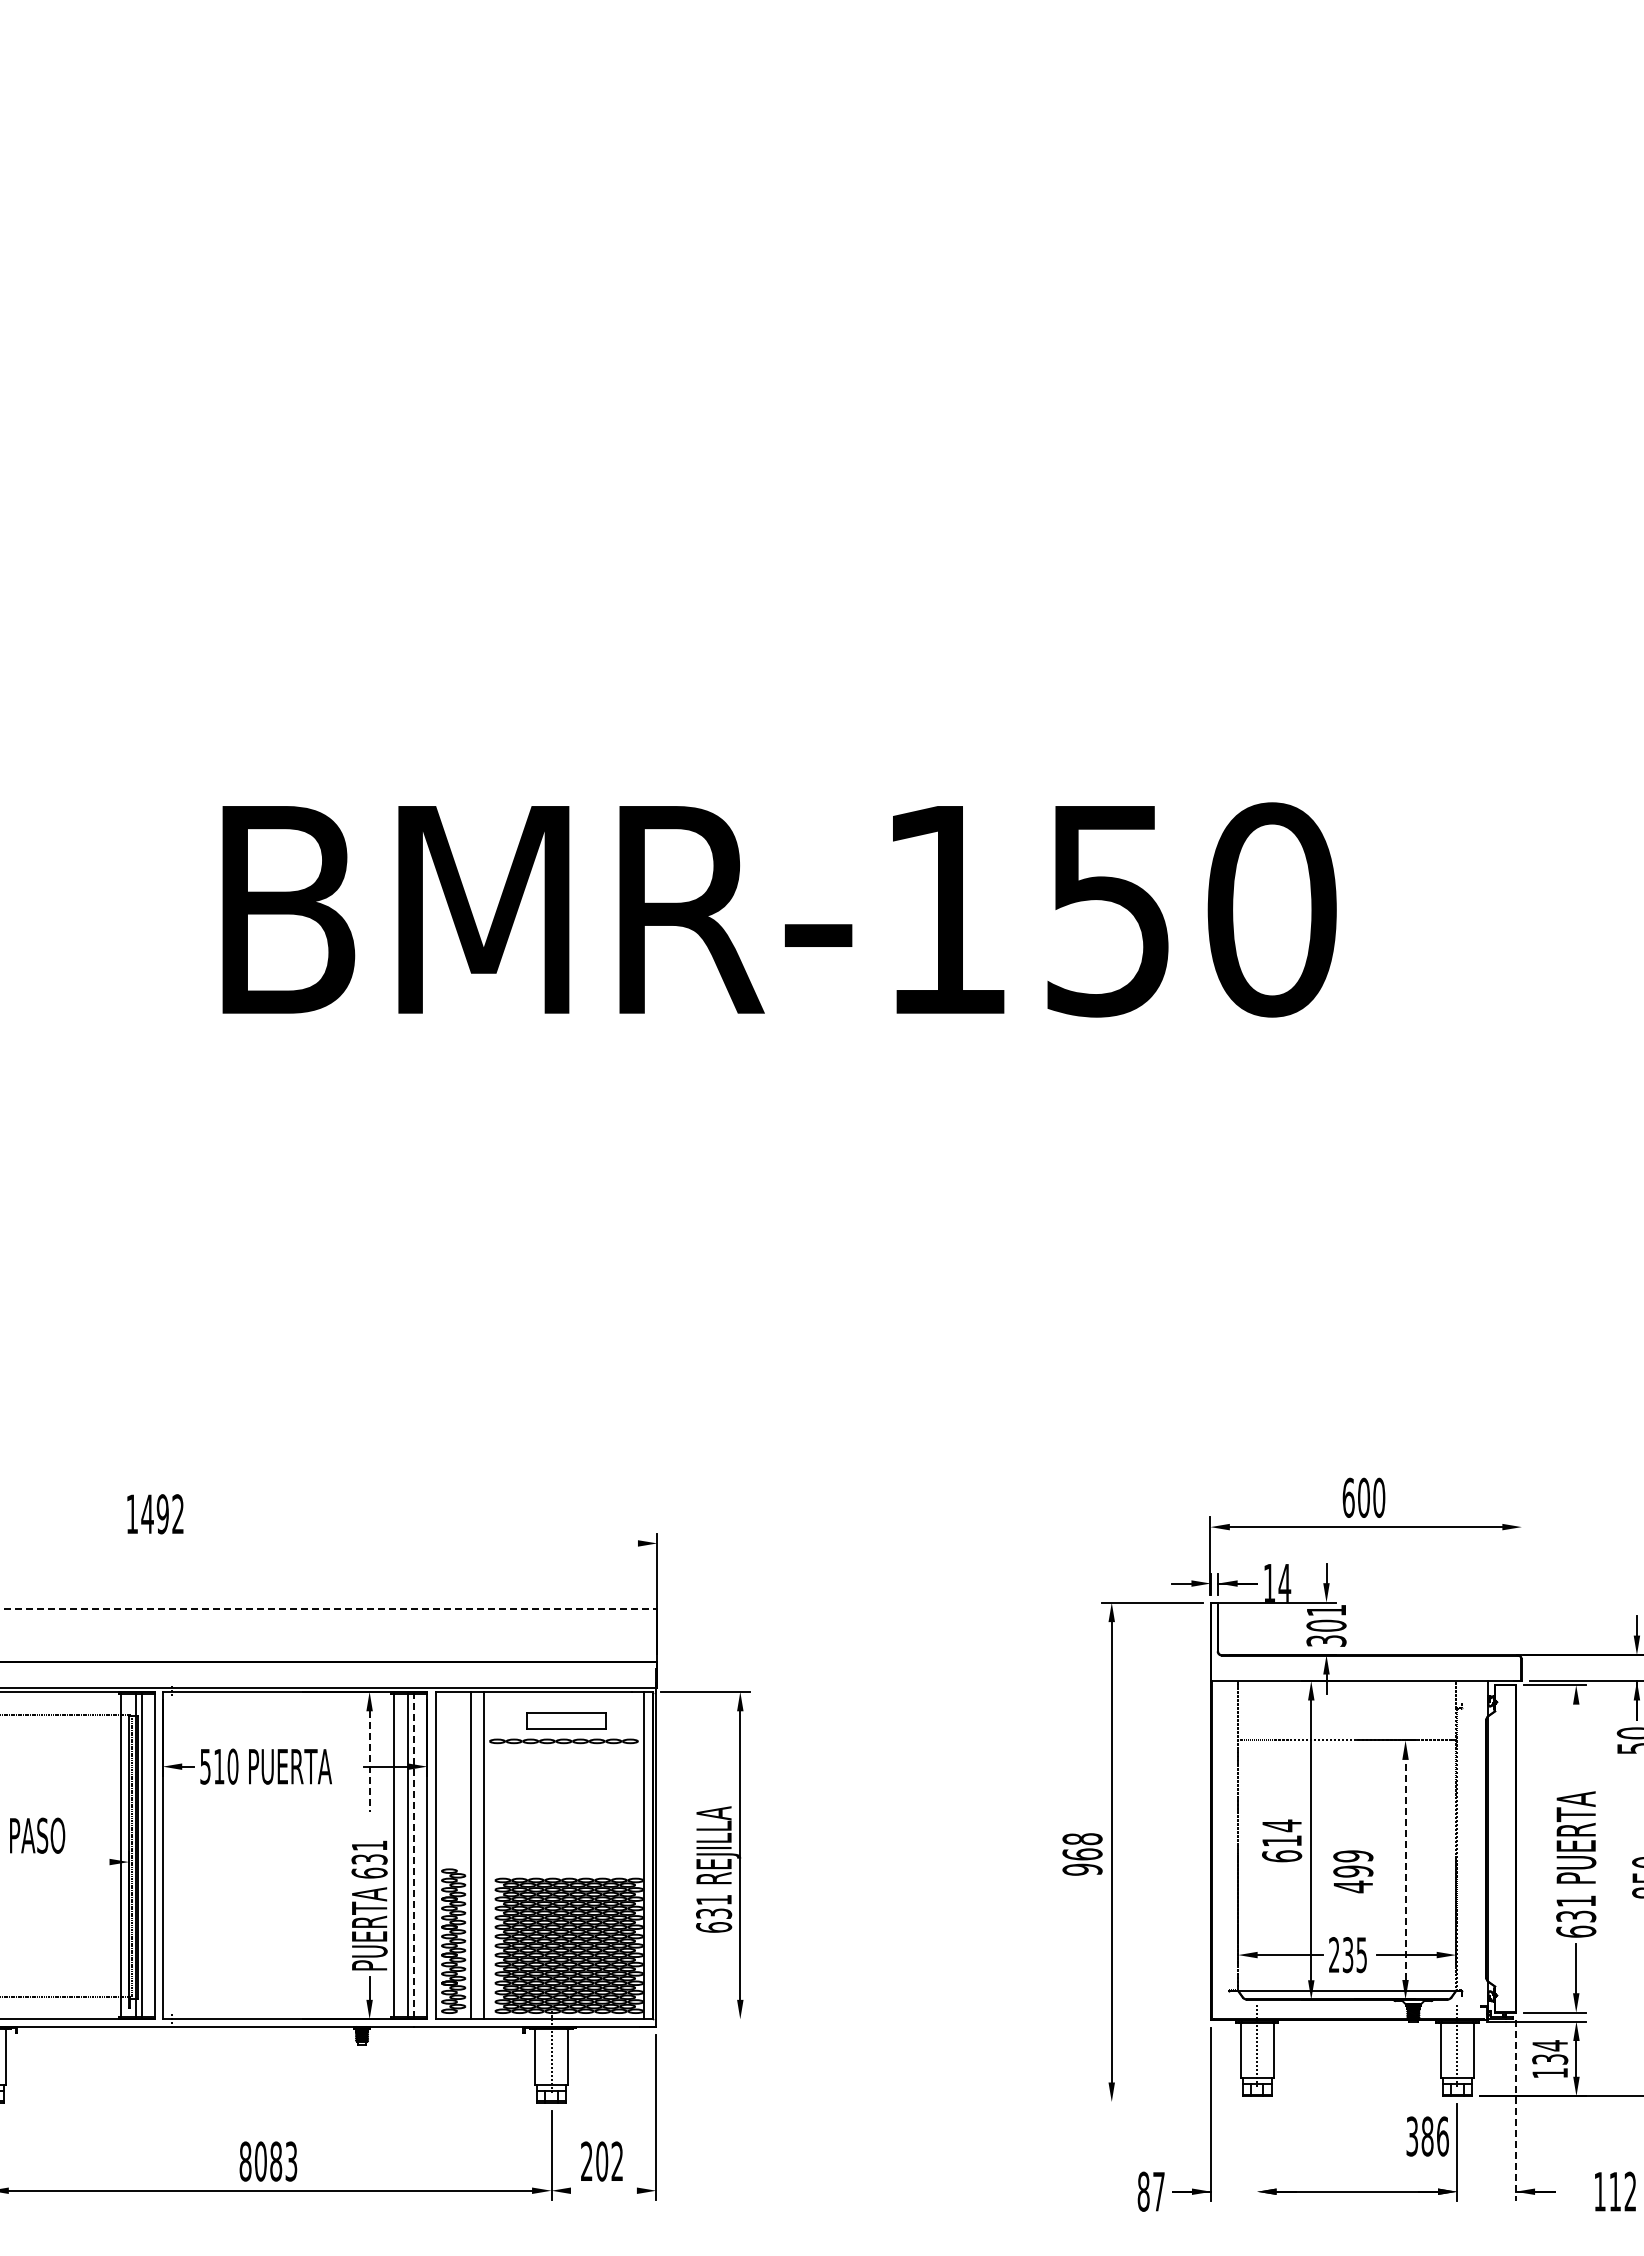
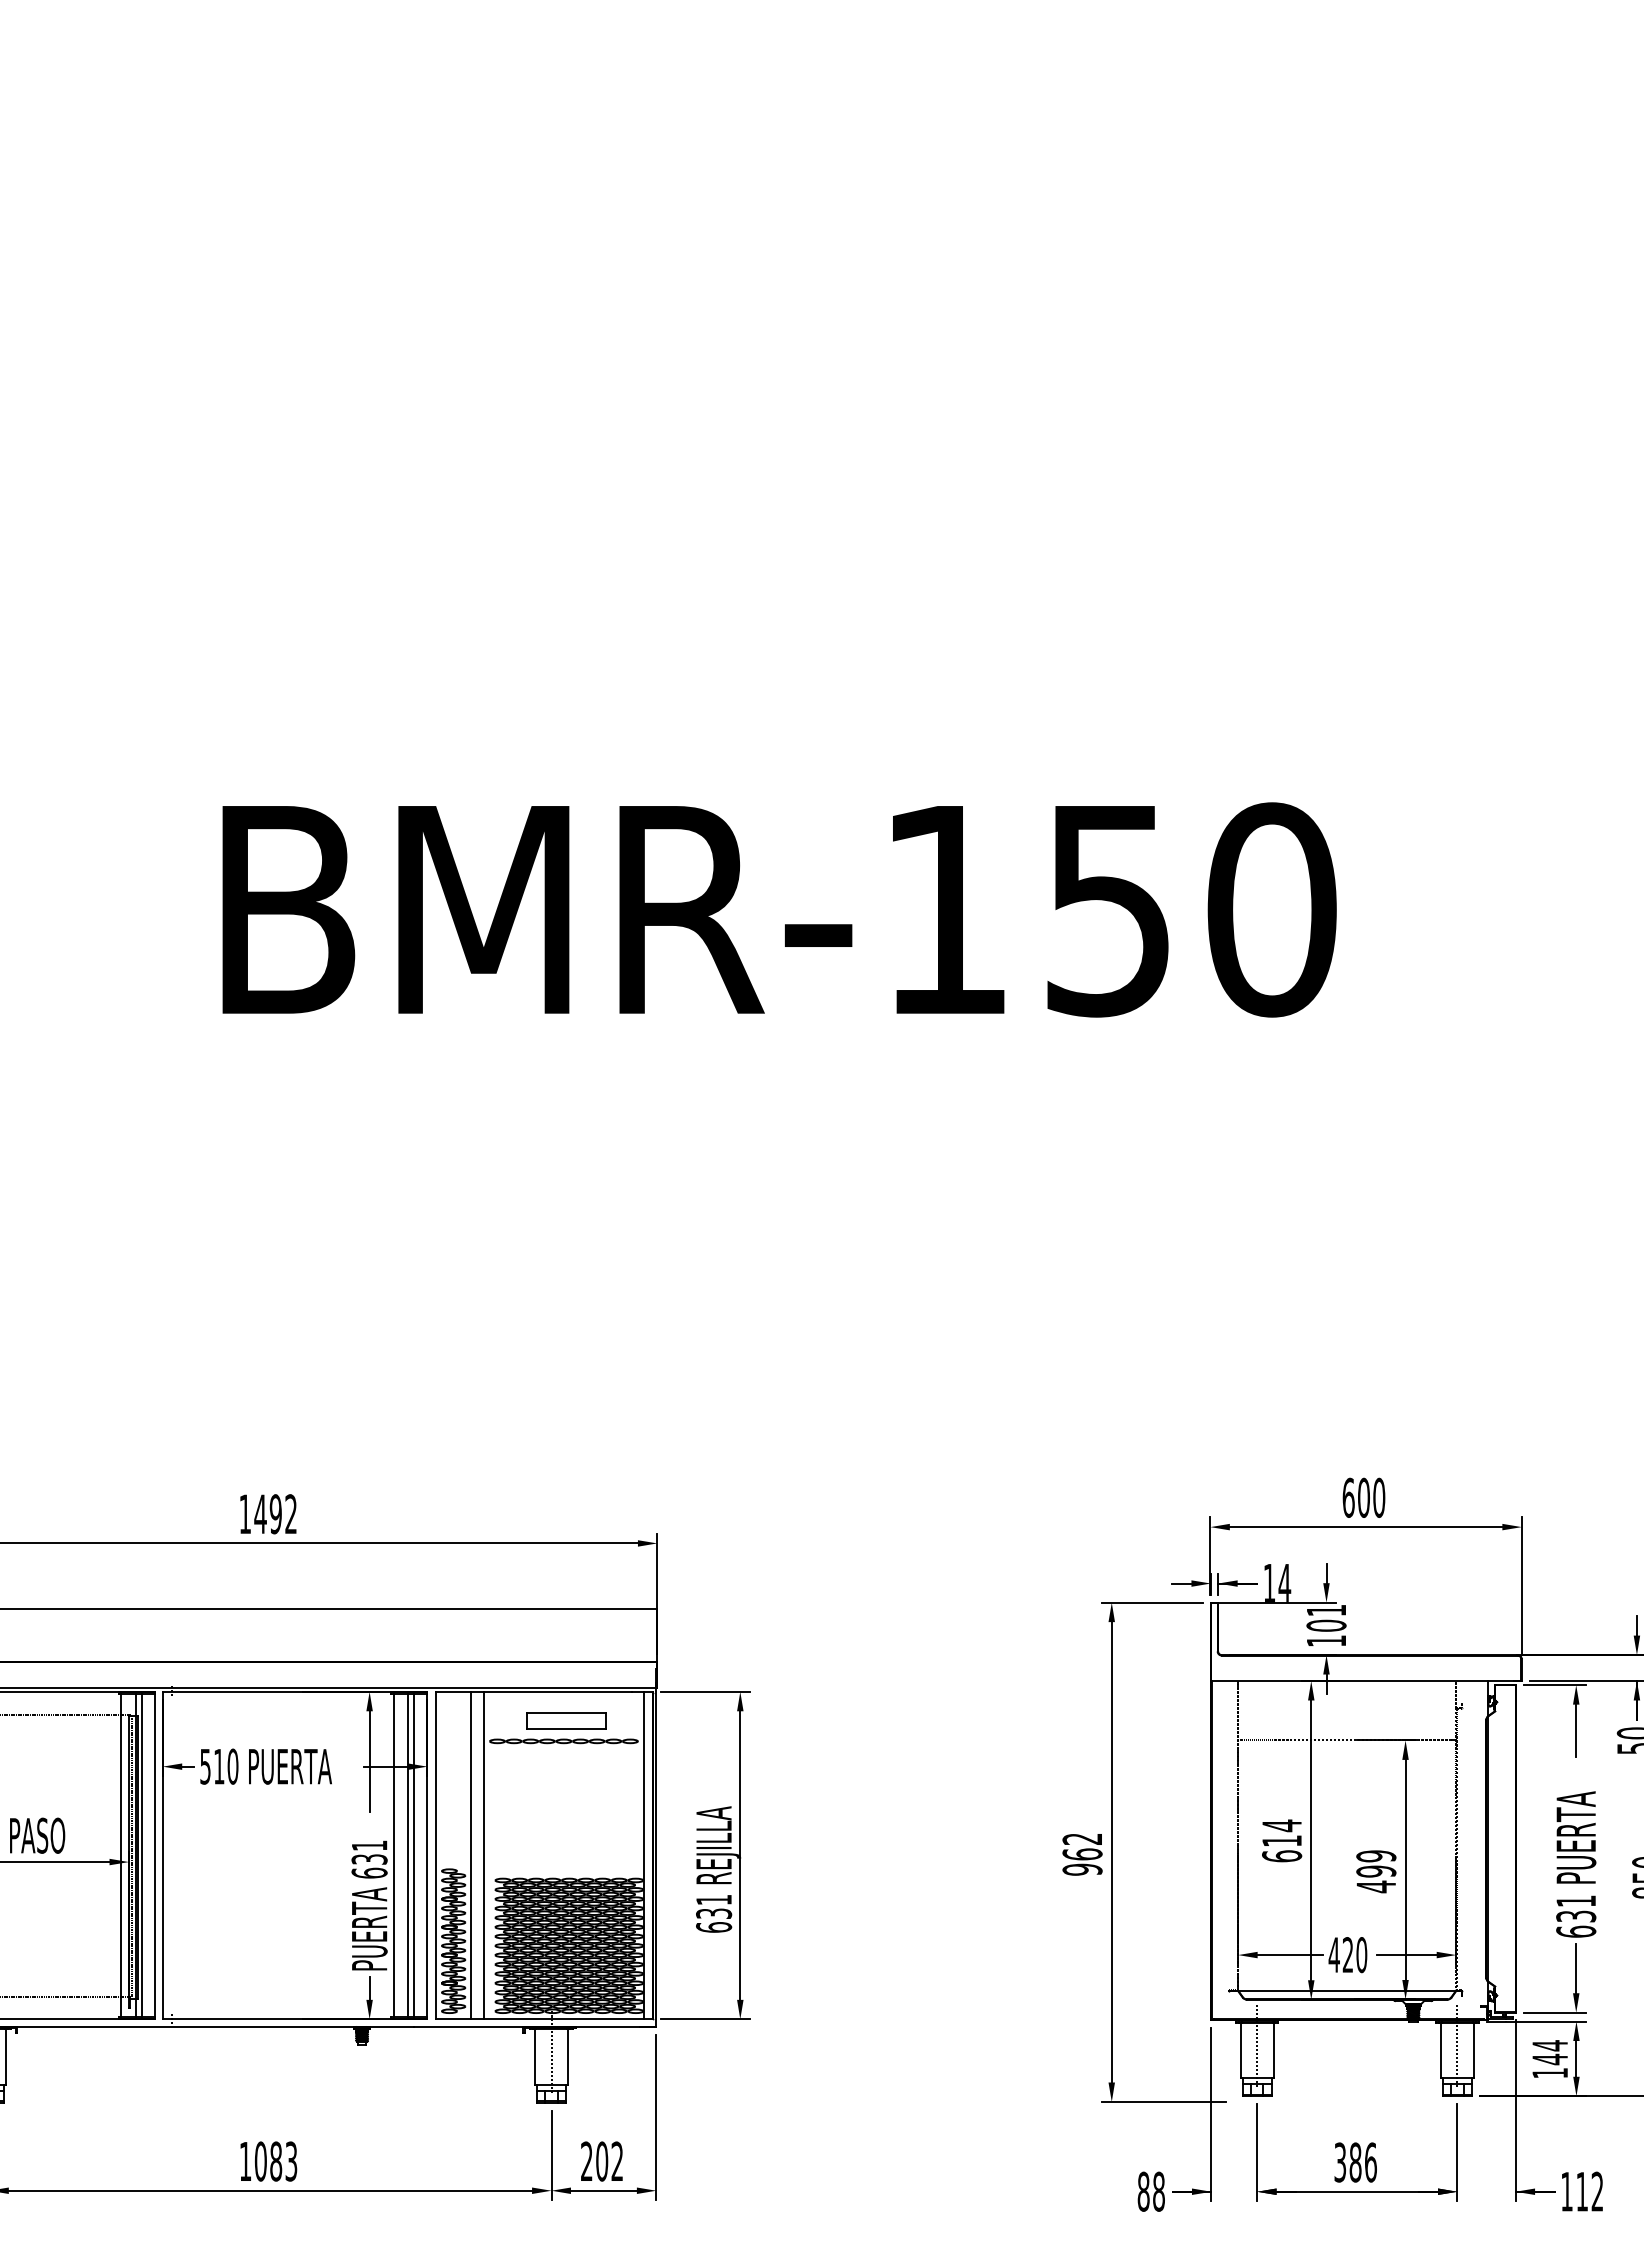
text at (155, 1514) position: (155, 1514) -> (268, 1514)
line at (319, 1543): none -> present
line at (1521, 1586): none -> present
line at (329, 1609): dashed -> solid
text at (1326, 1640): 301 -> 101
line at (1576, 1730): none -> present
line at (369, 1761): dashed -> solid
text at (1082, 1839): 968 -> 962
line at (414, 1855): dashed -> solid
line at (55, 1862): none -> present
line at (1405, 1869): dashed -> solid
text at (1353, 1871) position: (1353, 1871) -> (1376, 1871)
text at (1347, 1955): 235 -> 420
line at (705, 2019): none -> present
text at (1550, 2059): 134 -> 144
line at (1163, 2101): none -> present
line at (1515, 2111): dashed -> solid
text at (1427, 2136) position: (1427, 2136) -> (1355, 2162)
line at (1257, 2152): none -> present
text at (245, 2161): 8083 -> 1083
line at (603, 2190): none -> present
text at (1158, 2191): 87 -> 88
text at (1615, 2191) position: (1615, 2191) -> (1582, 2191)
